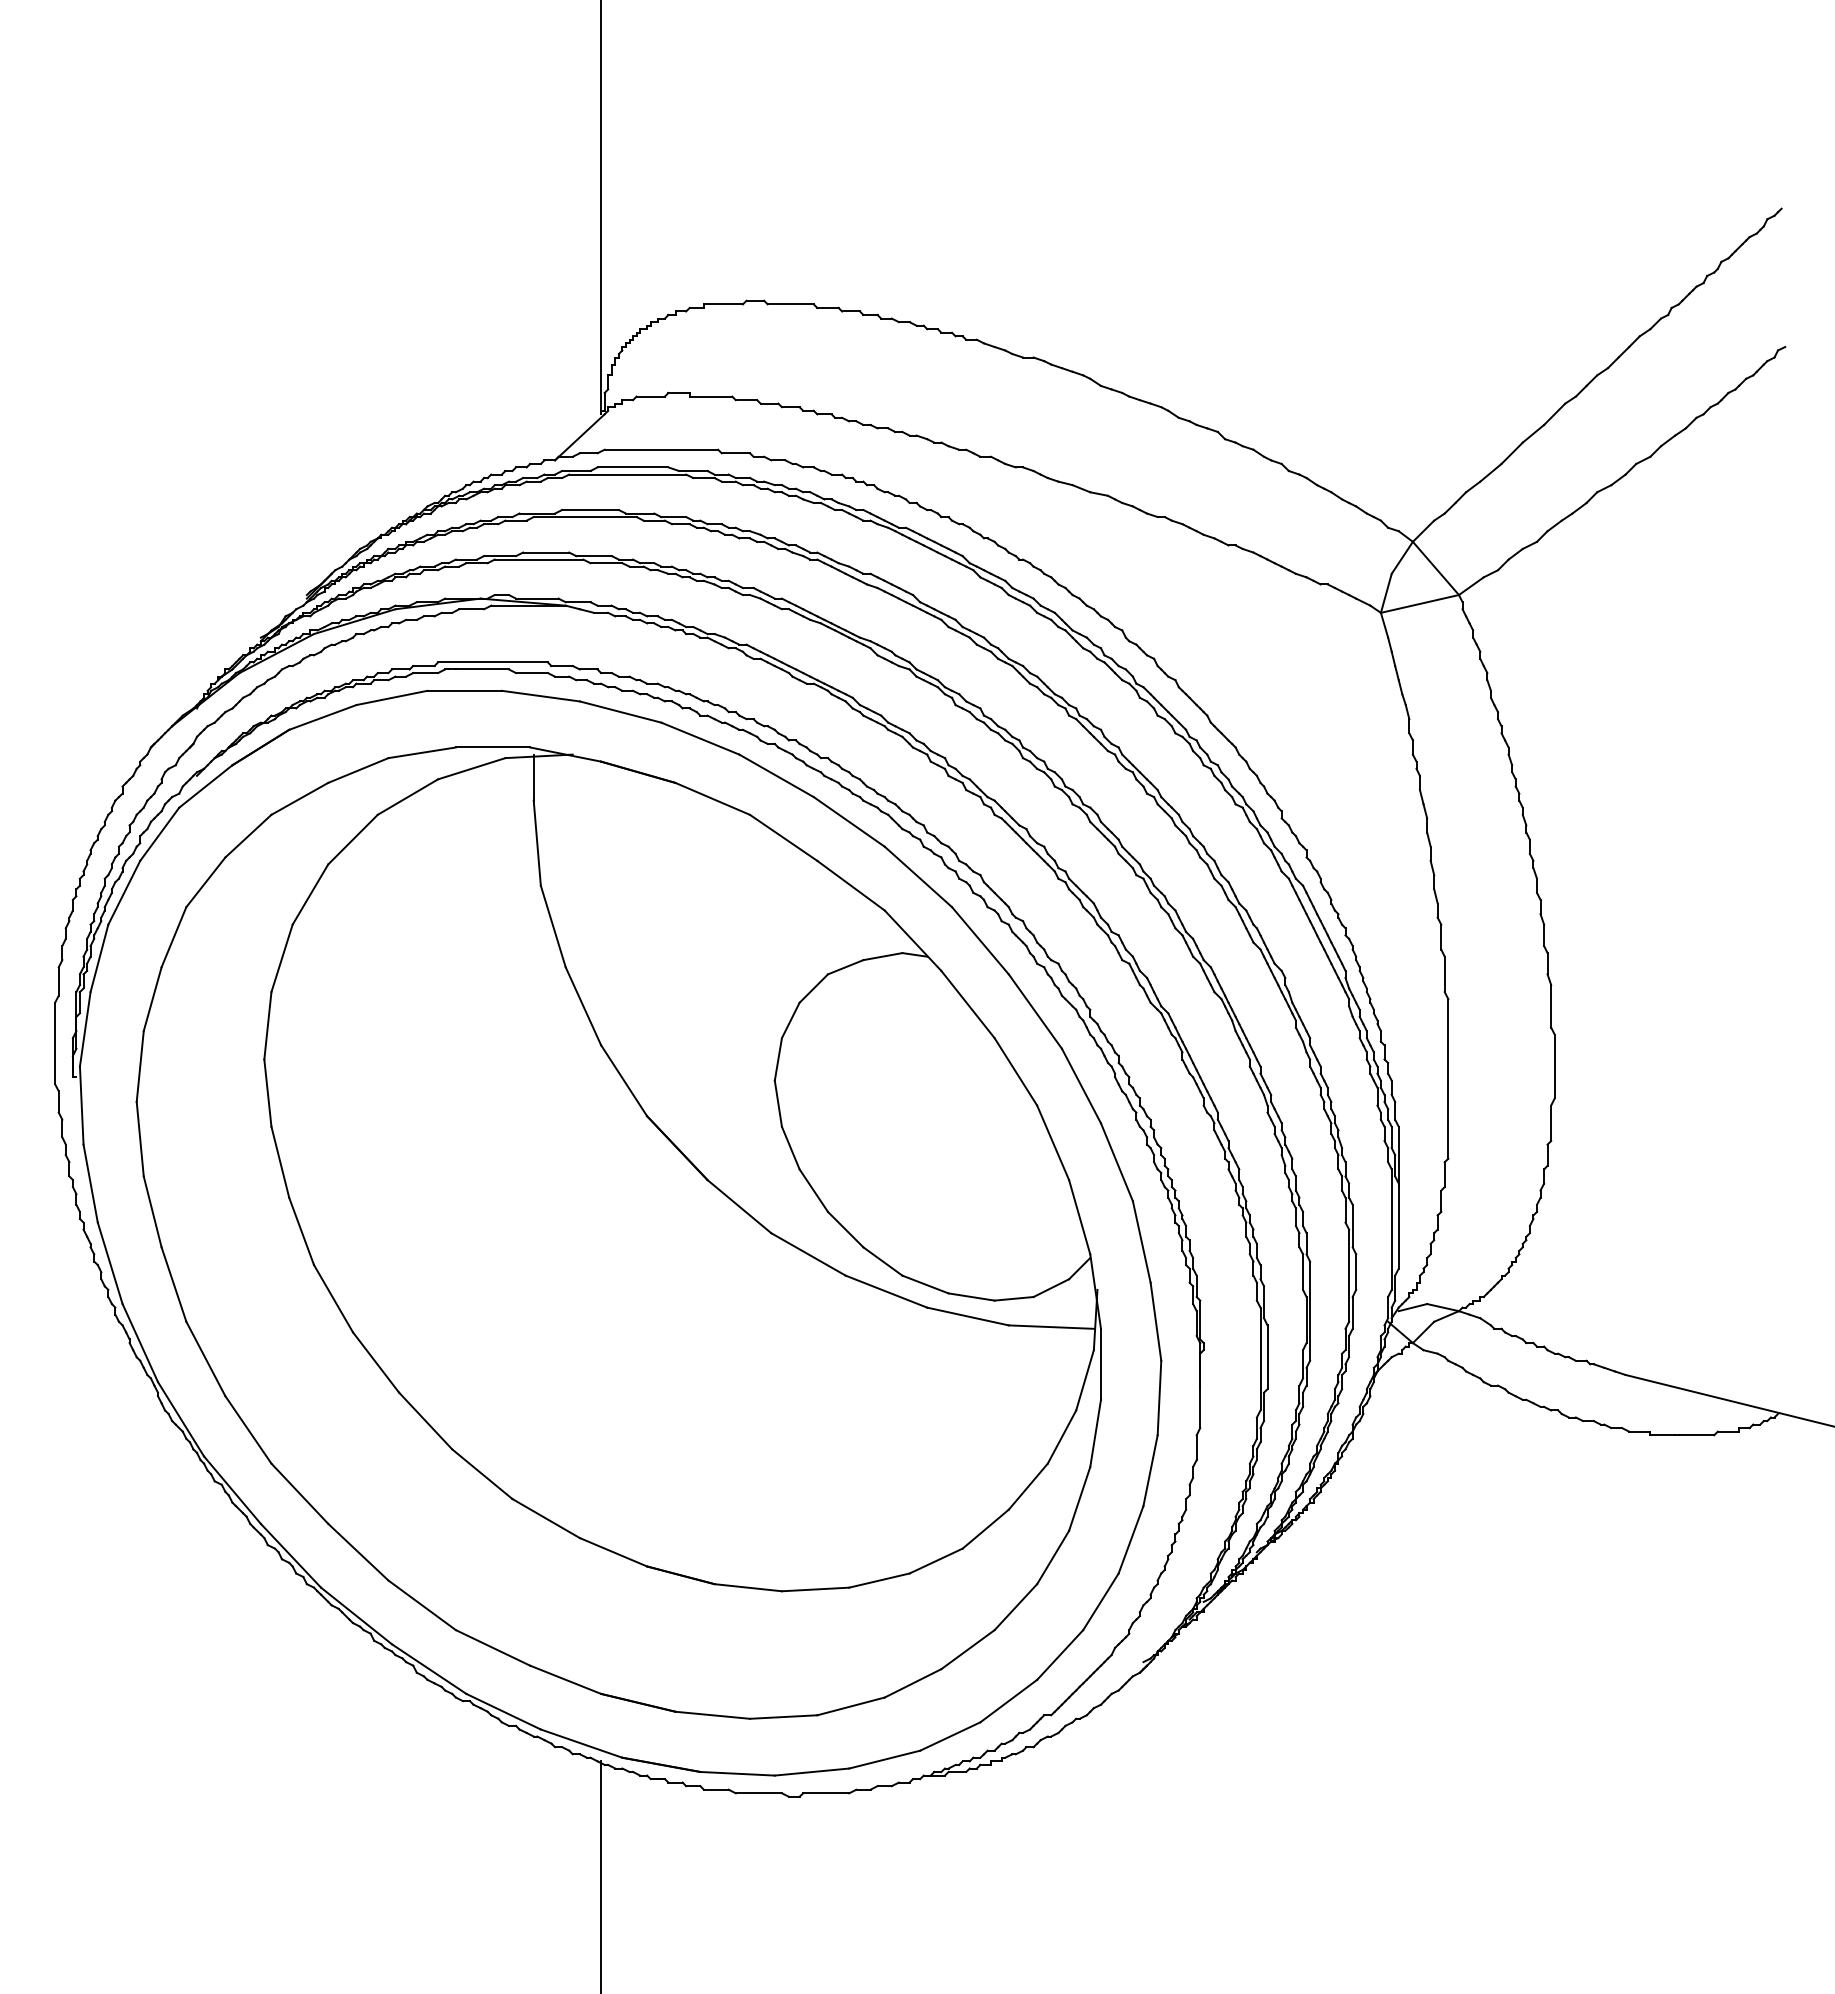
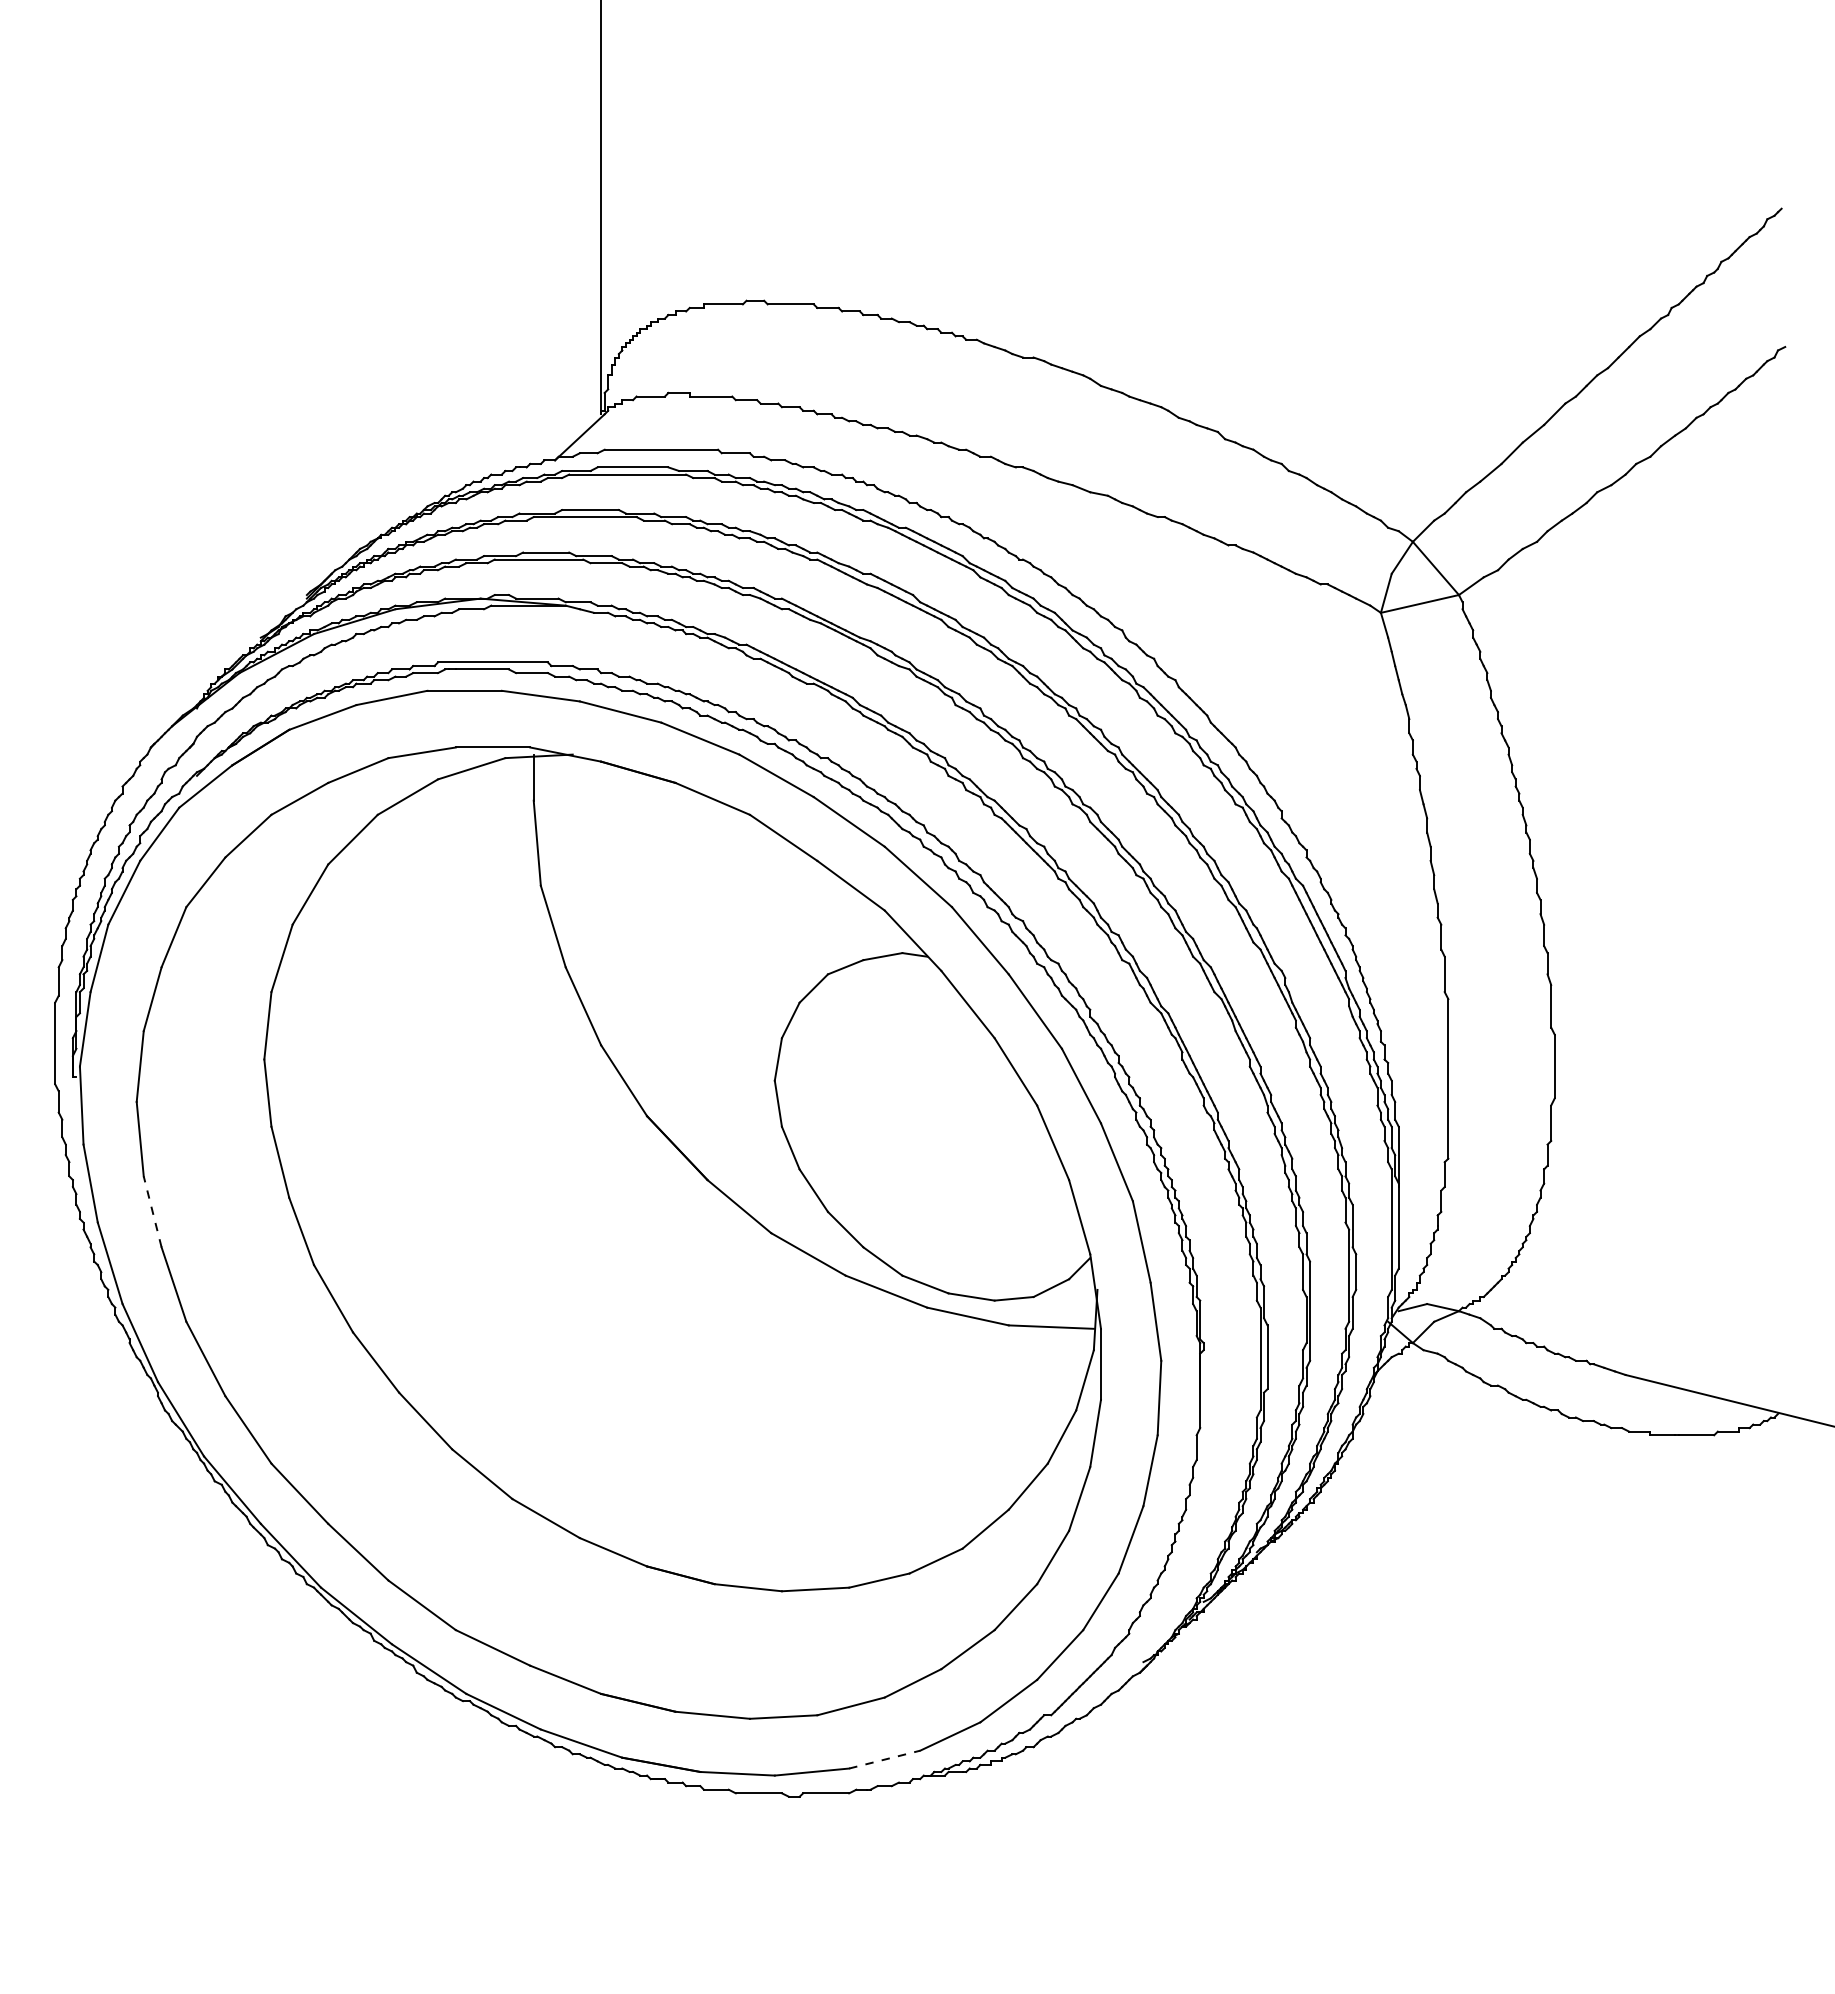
line at (152, 1211): solid -> dashed
line at (884, 1759): solid -> dashed
line at (601, 1875): present -> none
